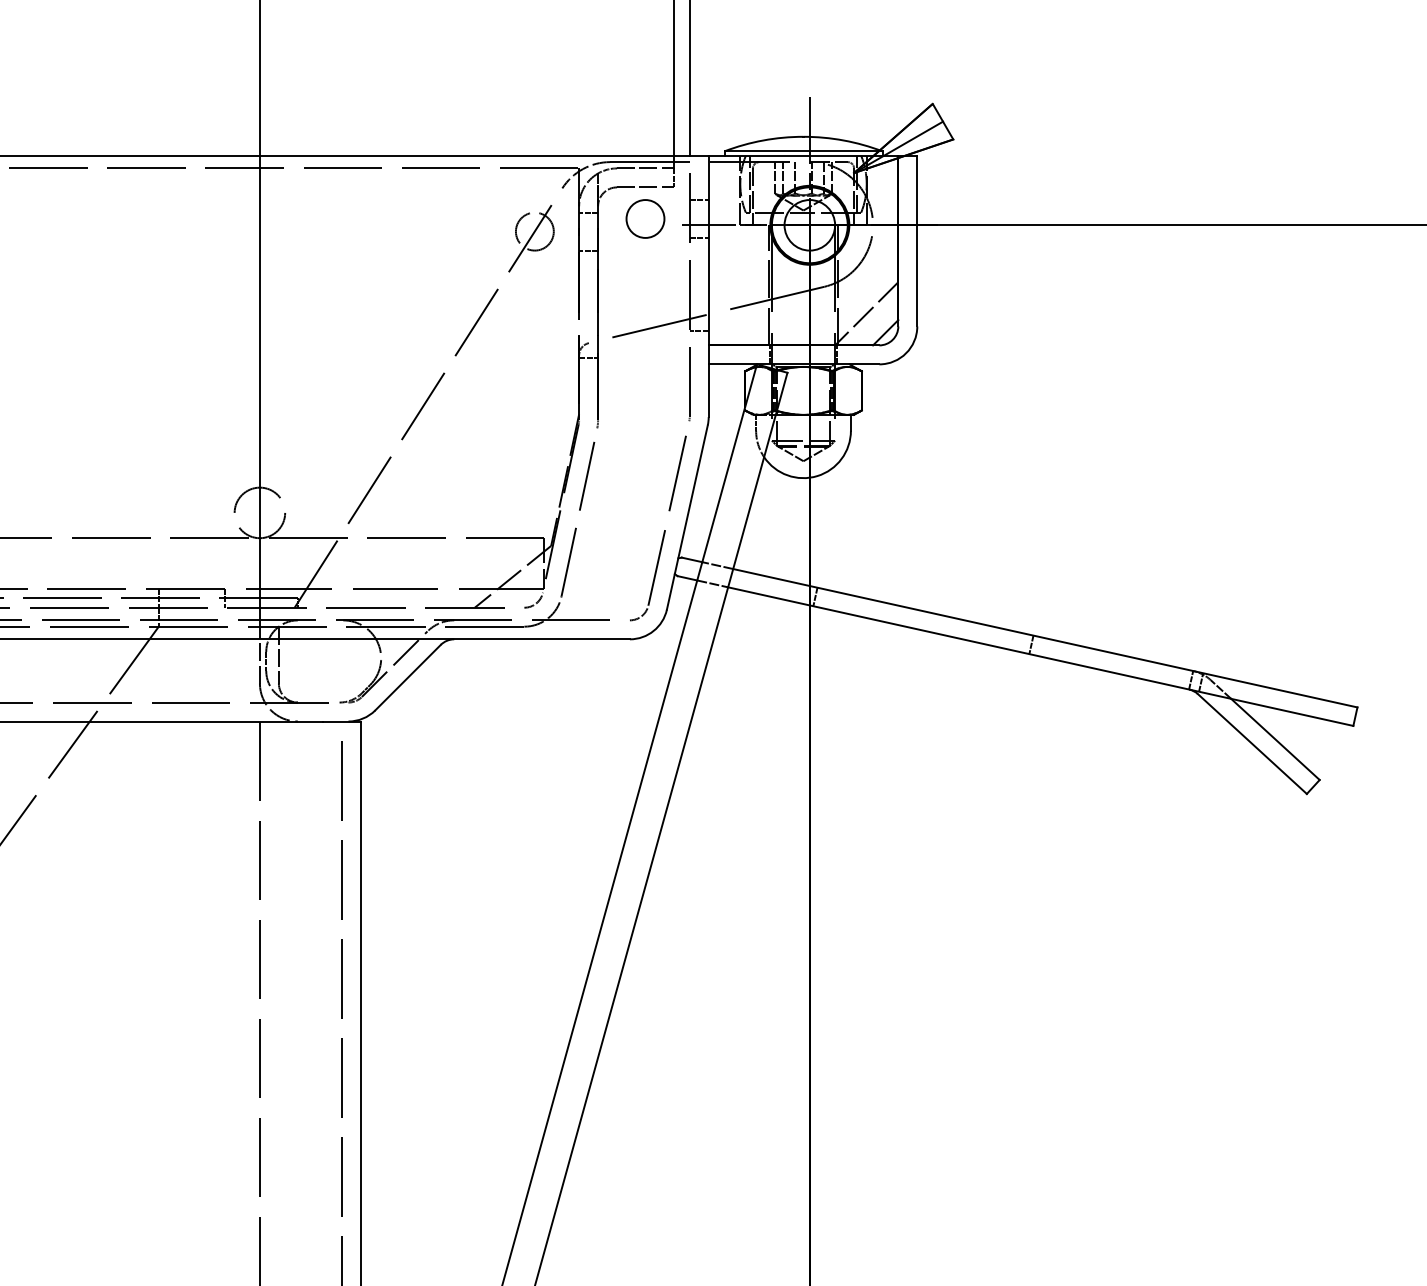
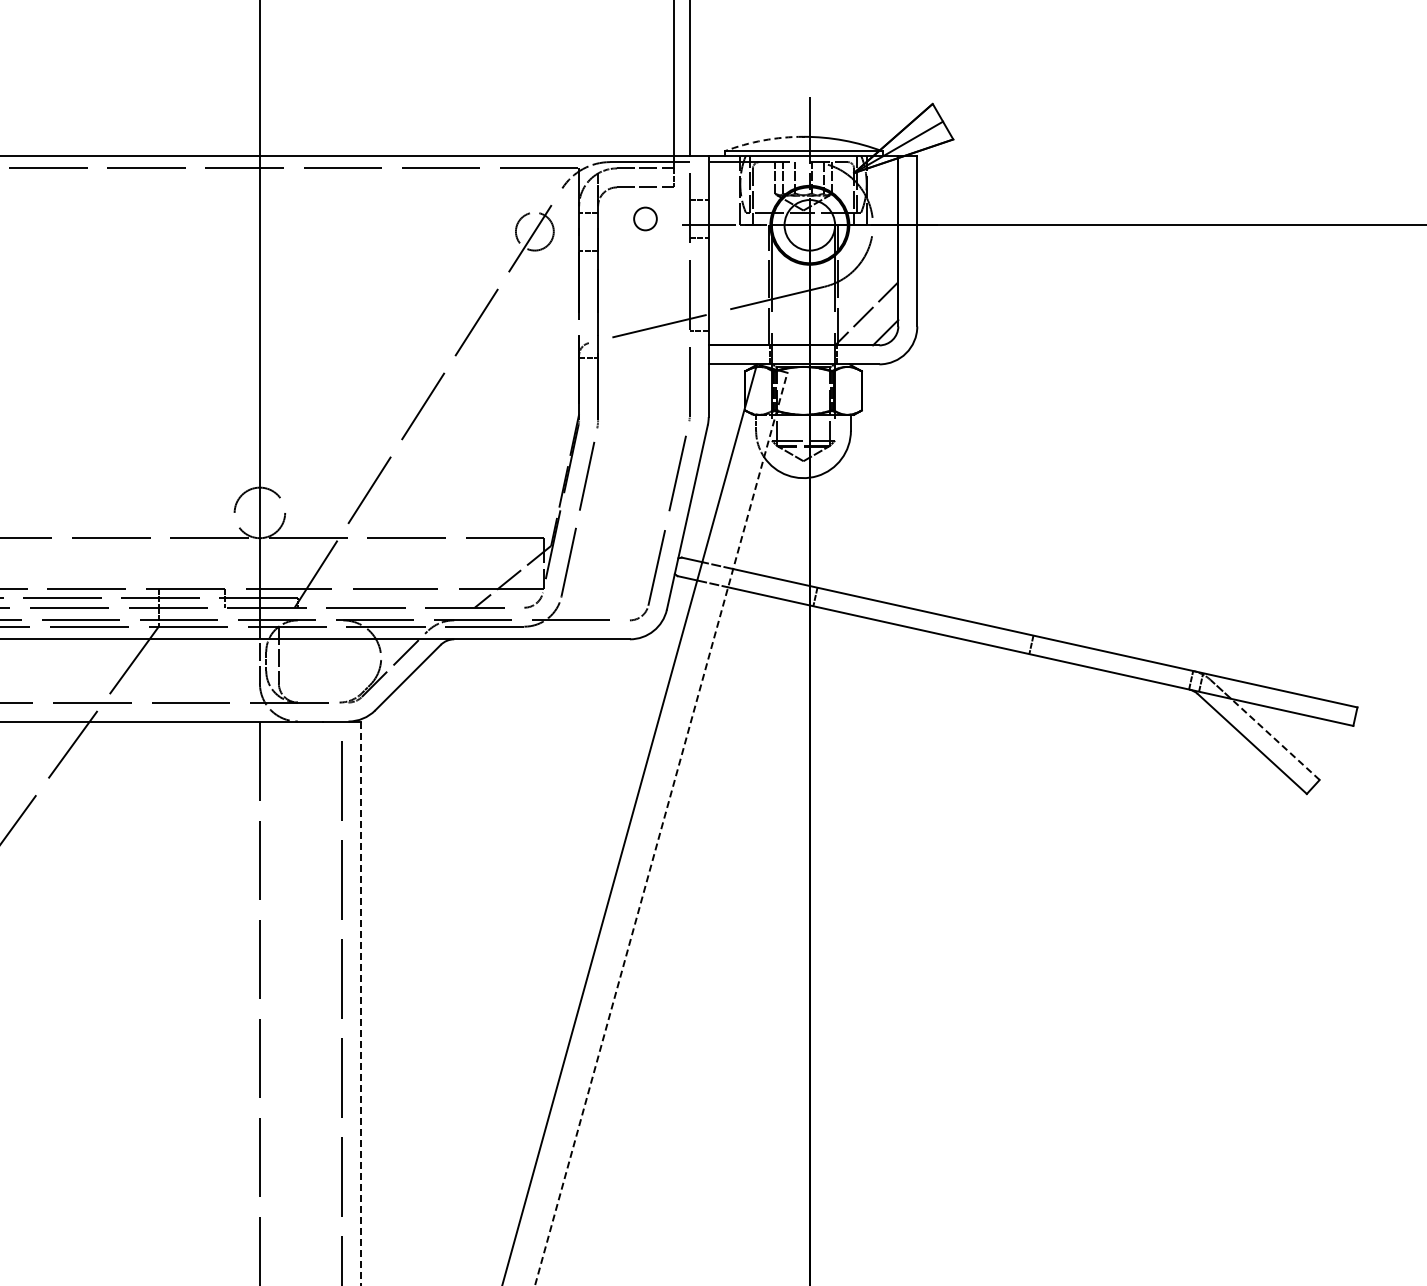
arc at (763, 140): solid -> dashed
circle at (645, 218) diameter: 38 px -> 23 px
line at (1275, 739): solid -> dashed
line at (661, 828): solid -> dashed
line at (361, 1003): solid -> dashed
